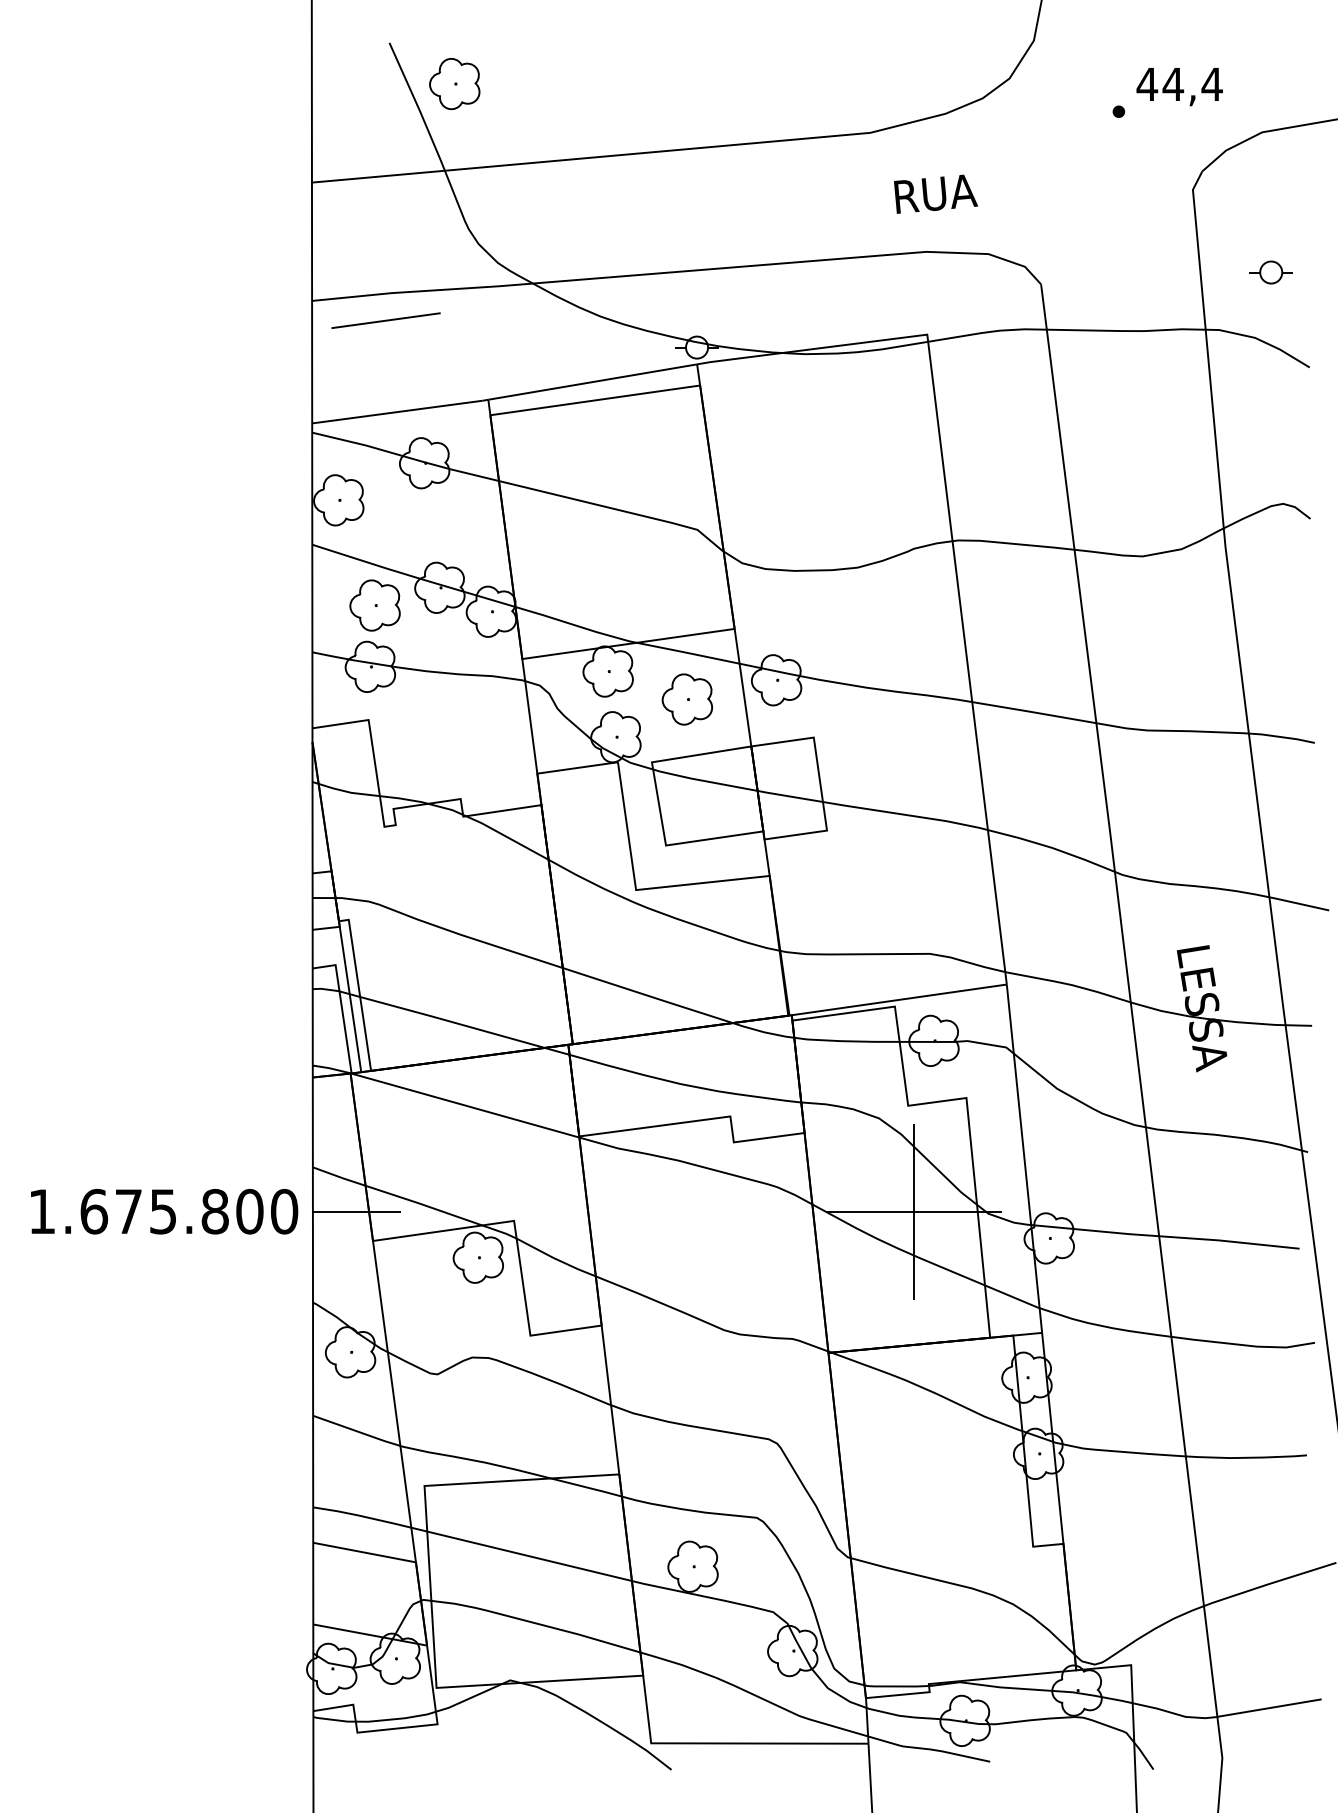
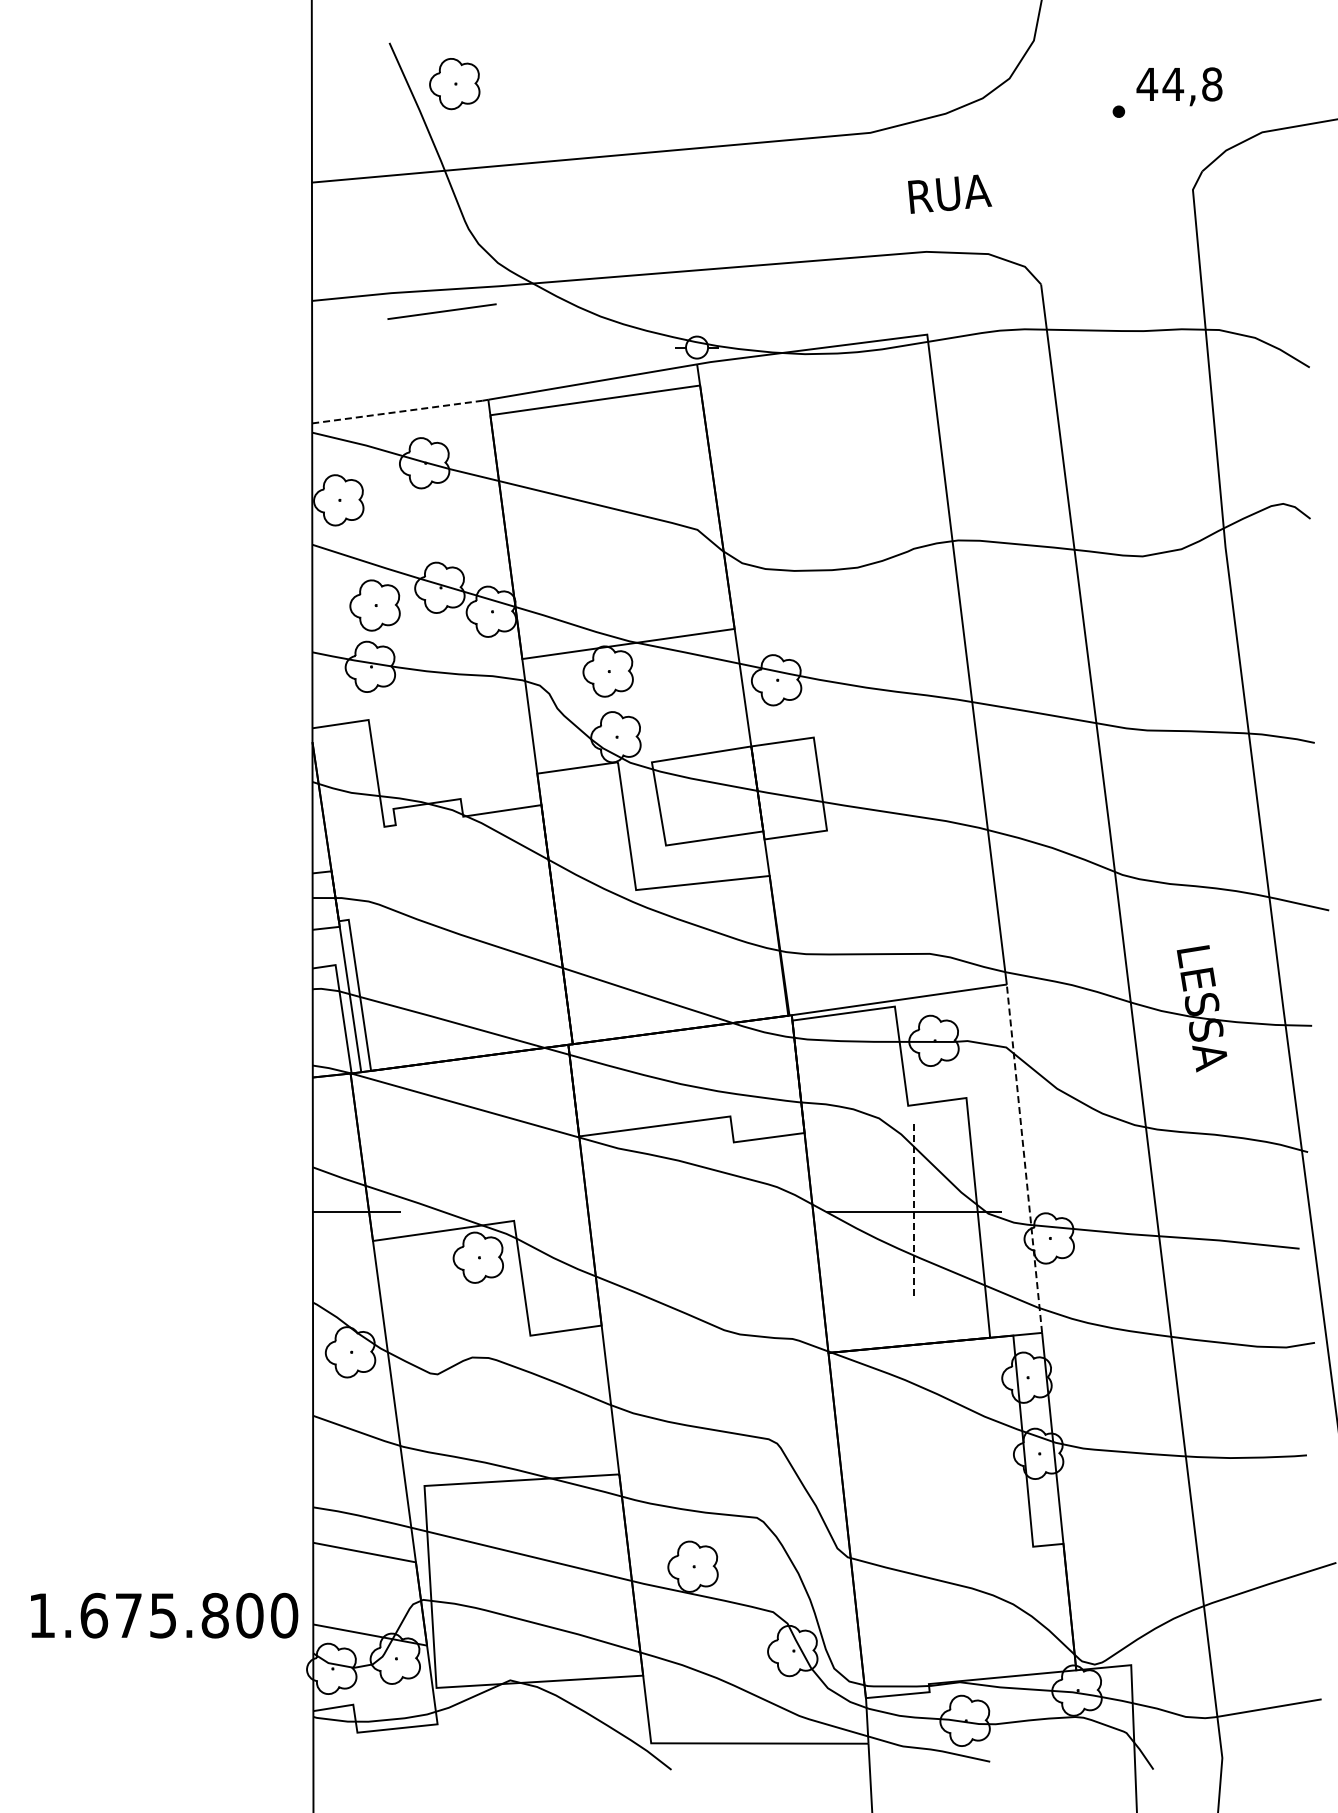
text at (1211, 84): 44,4 -> 44,8
text at (936, 193) position: (936, 193) -> (950, 193)
part at (1270, 272): present -> none
line at (385, 320) position: (385, 320) -> (441, 311)
line at (397, 412): solid -> dashed
part at (686, 699): present -> none
line at (1024, 1158): solid -> dashed
text at (164, 1211) position: (164, 1211) -> (164, 1615)
line at (913, 1212): solid -> dashed
